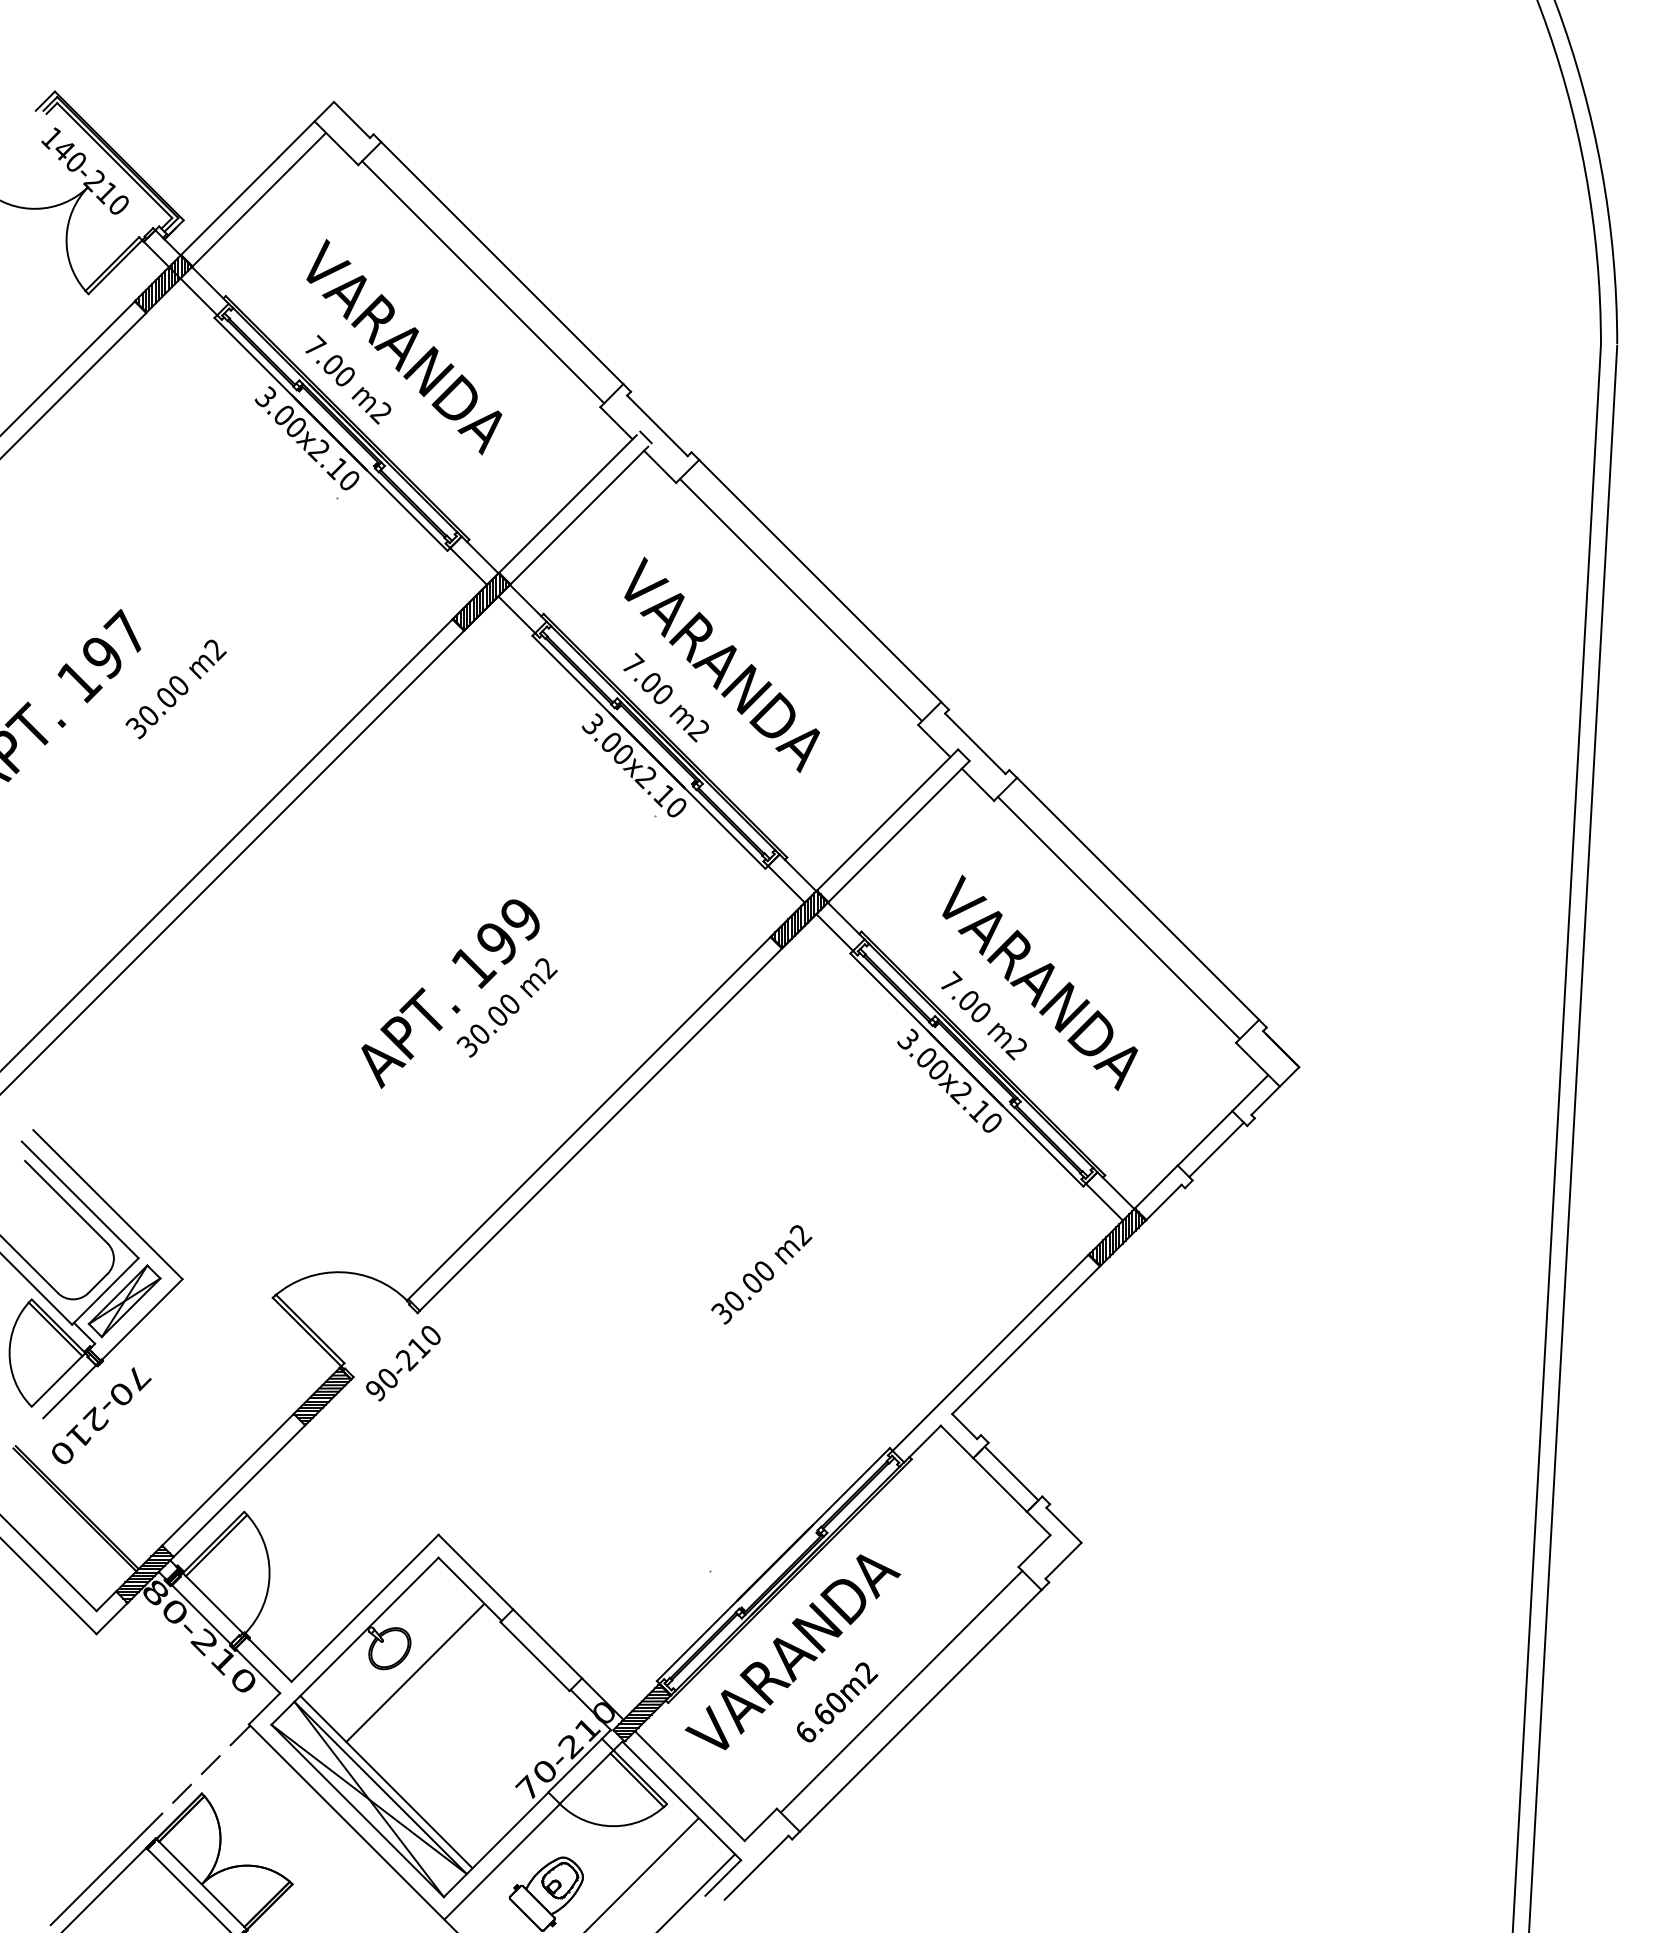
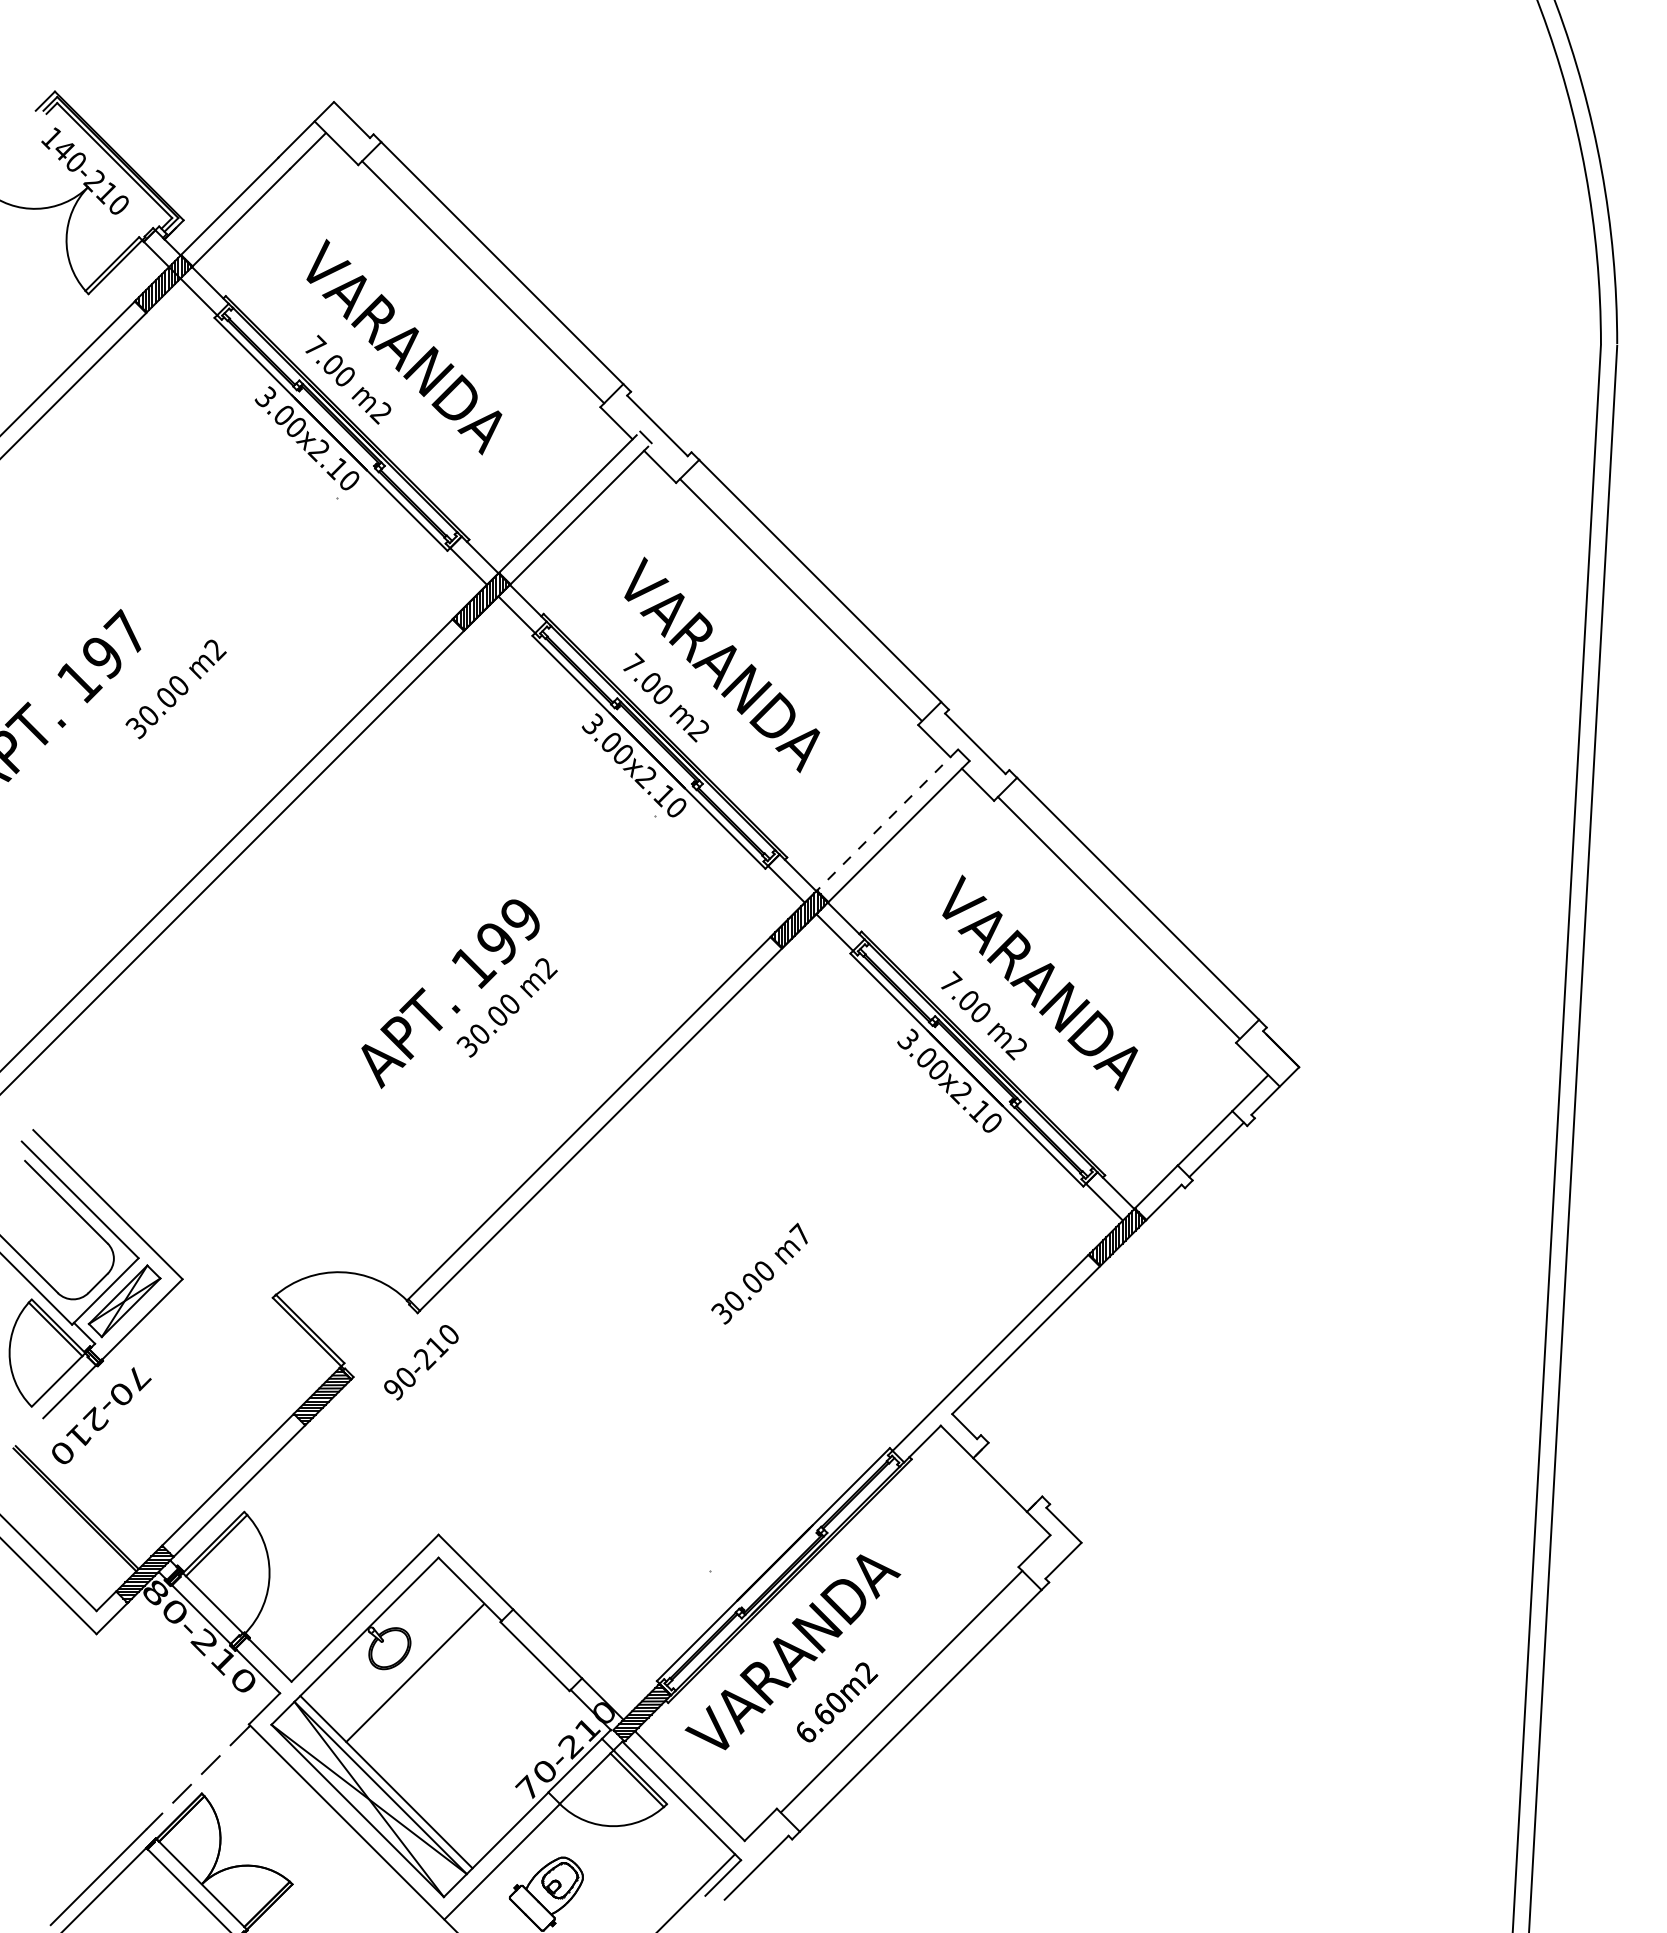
line at (886, 820): solid -> dashed
text at (800, 1234): m2 -> m7
text at (403, 1363) position: (403, 1363) -> (421, 1362)
line at (1011, 1473): present -> none
line at (642, 1874): present -> none
